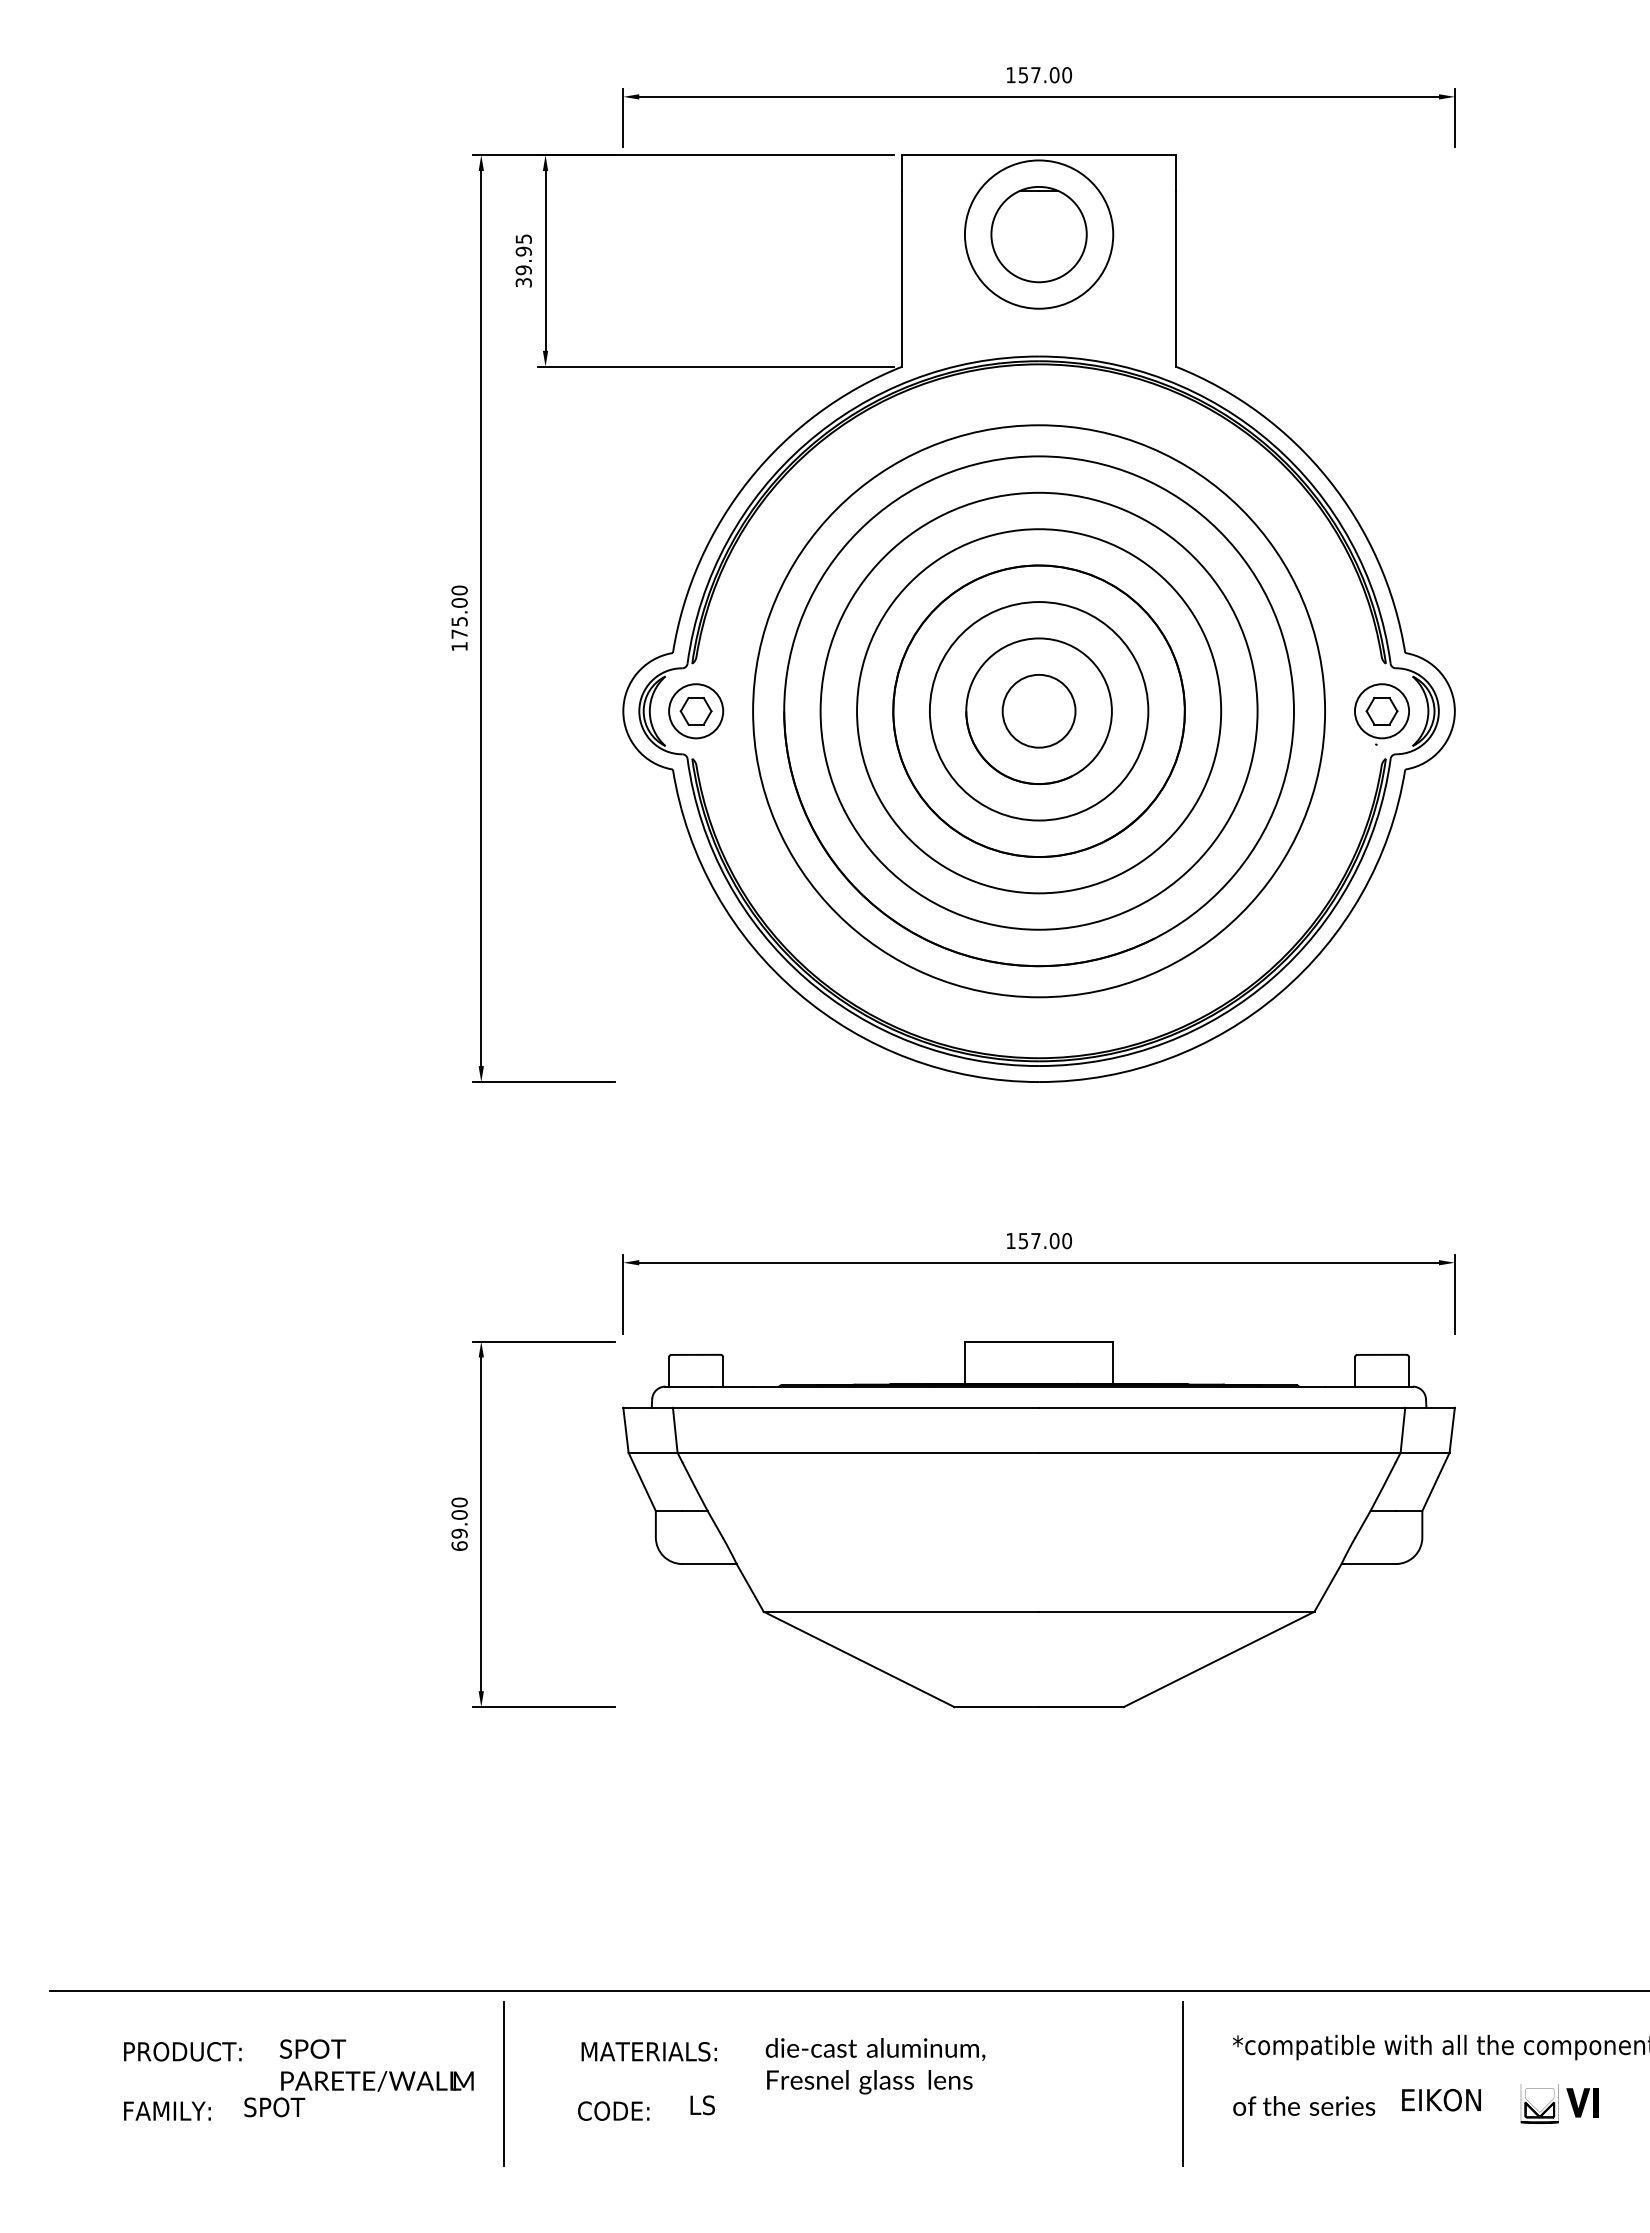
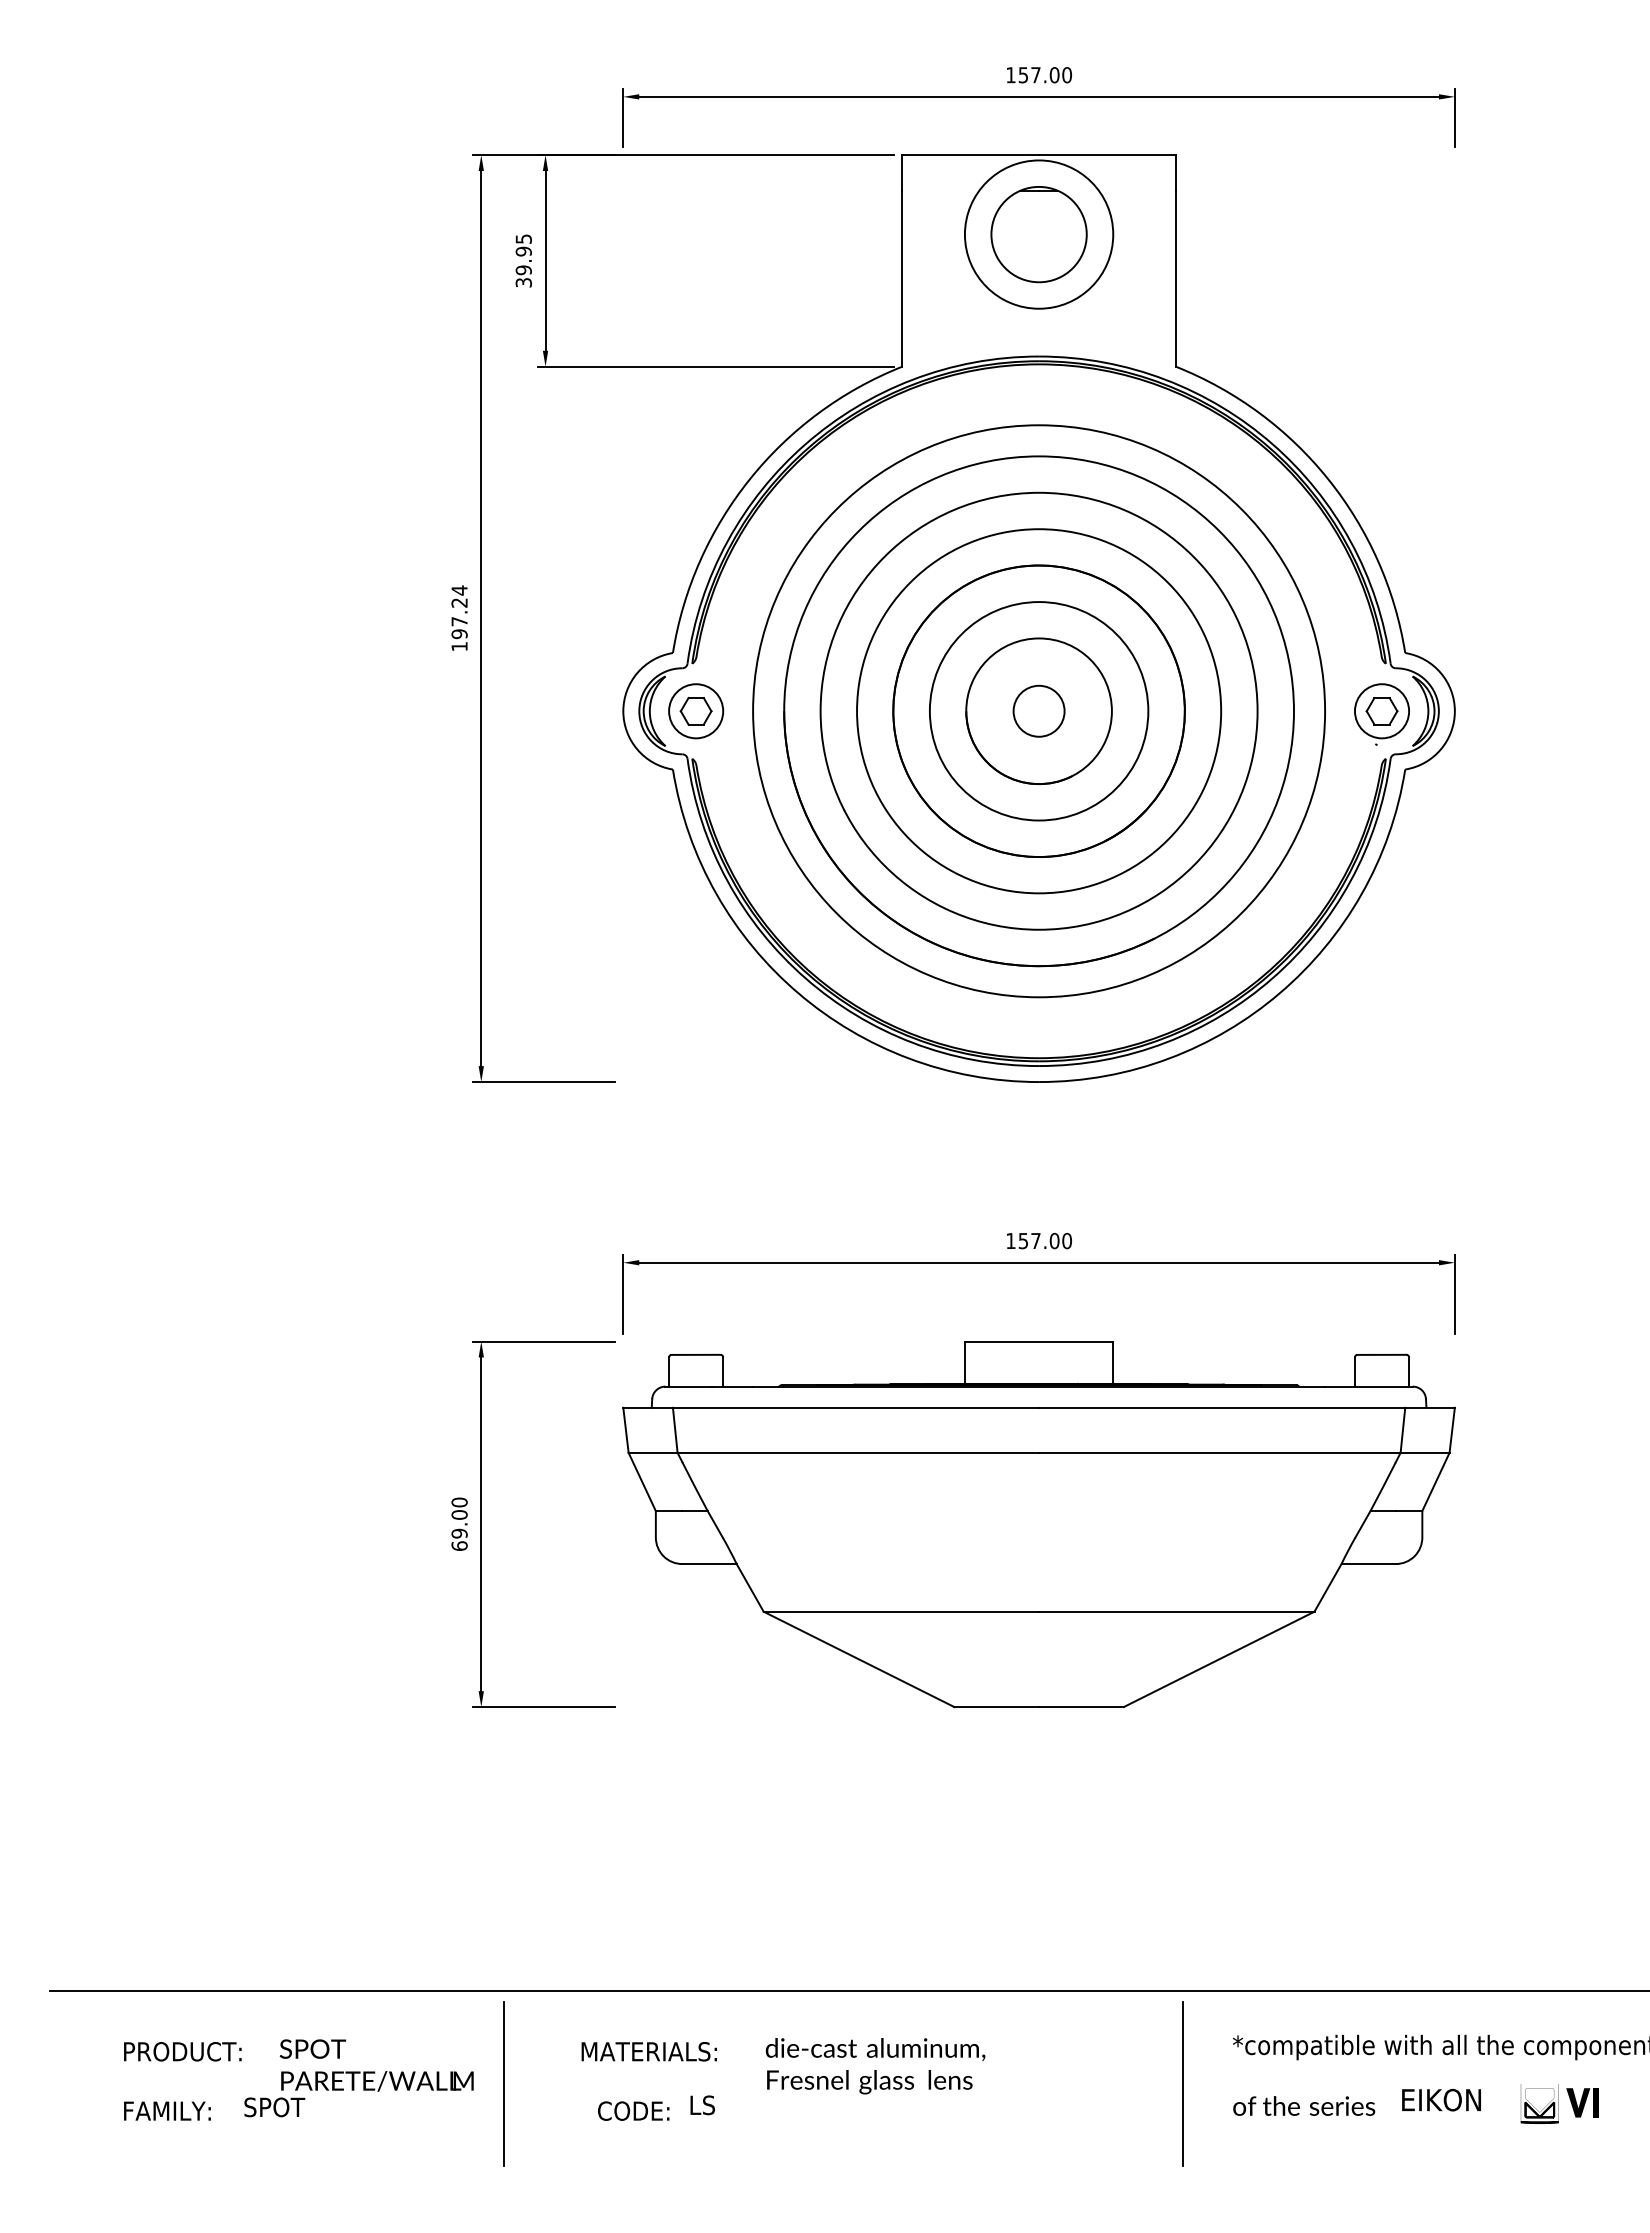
text at (459, 612): 175.00 -> 197.24
circle at (1038, 710) diameter: 73 px -> 51 px
text at (613, 2110) position: (613, 2110) -> (633, 2110)
